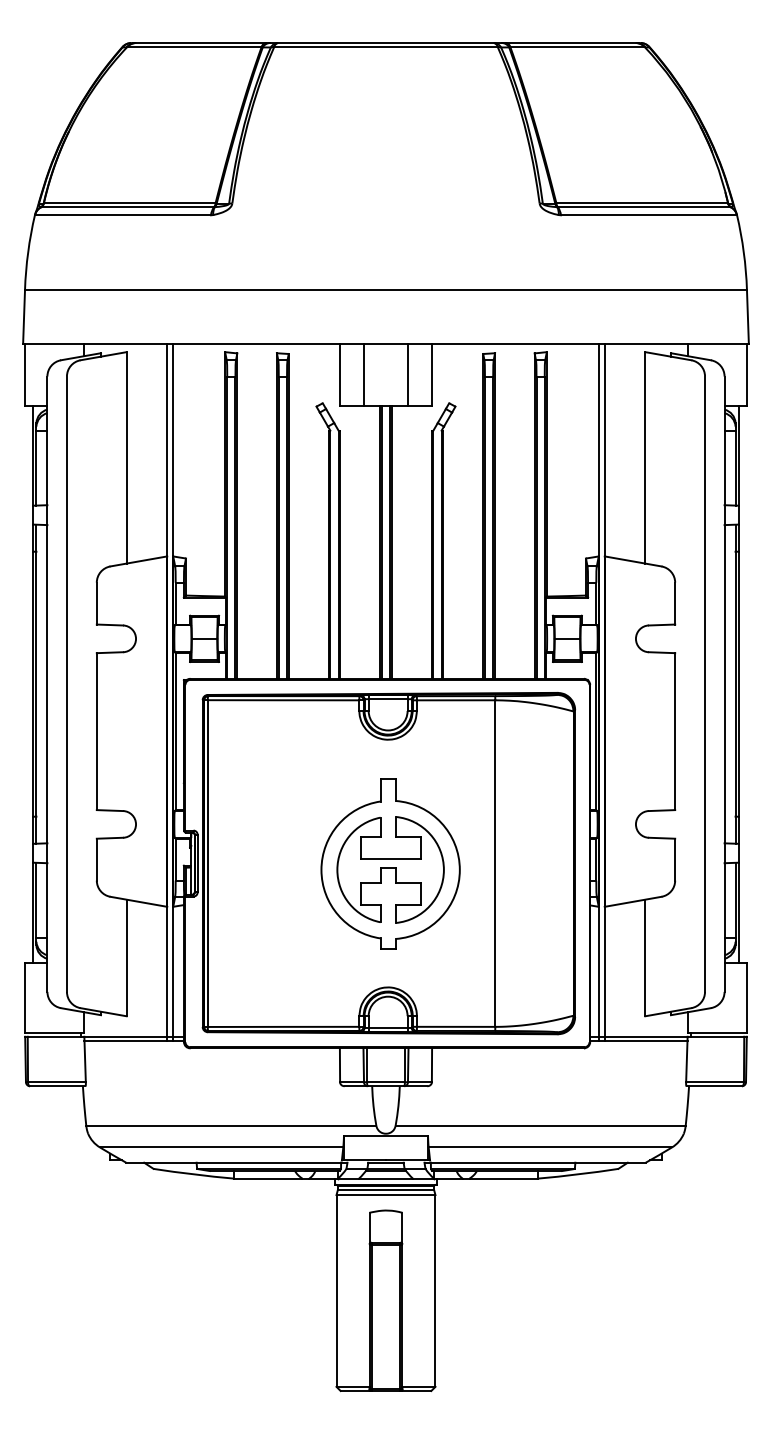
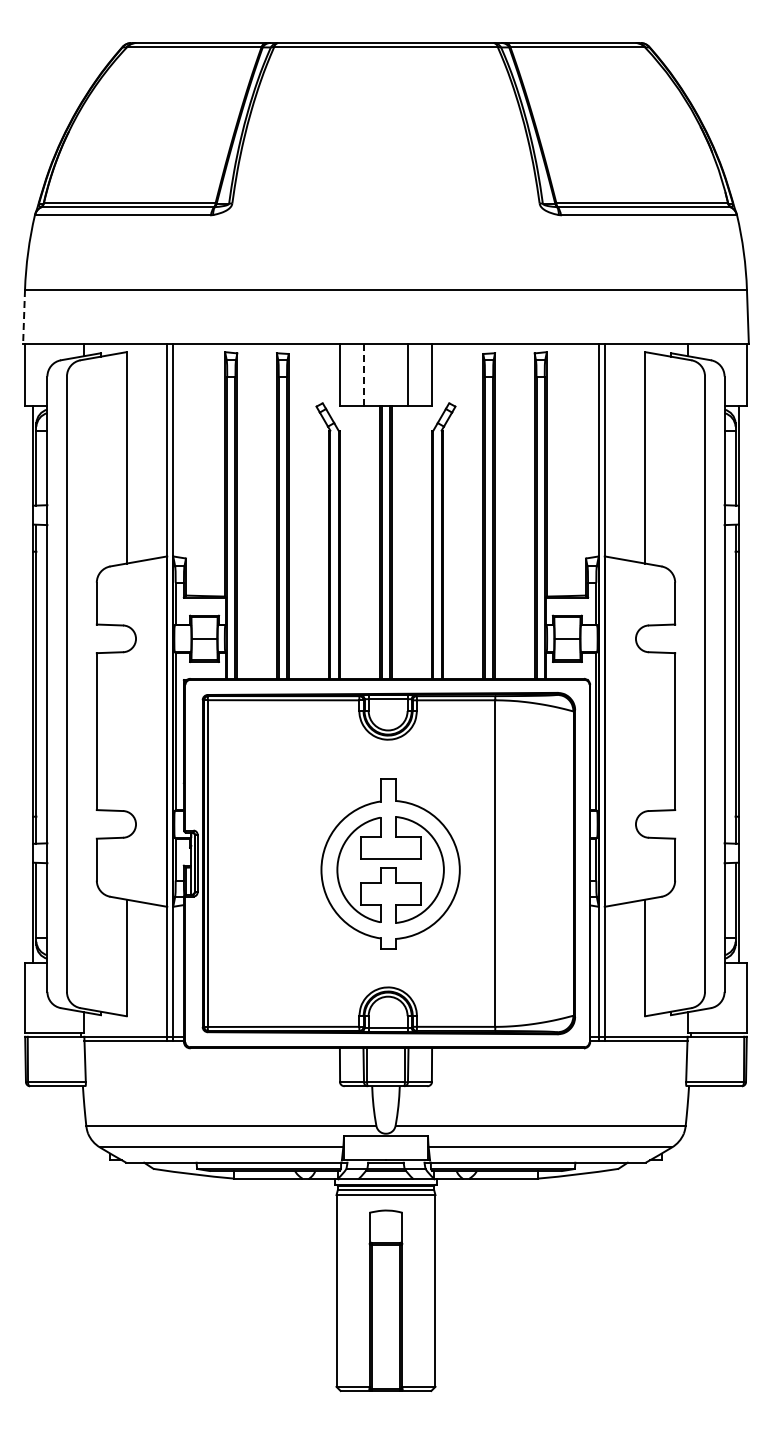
line at (24, 317): solid -> dashed
line at (364, 374): solid -> dashed
